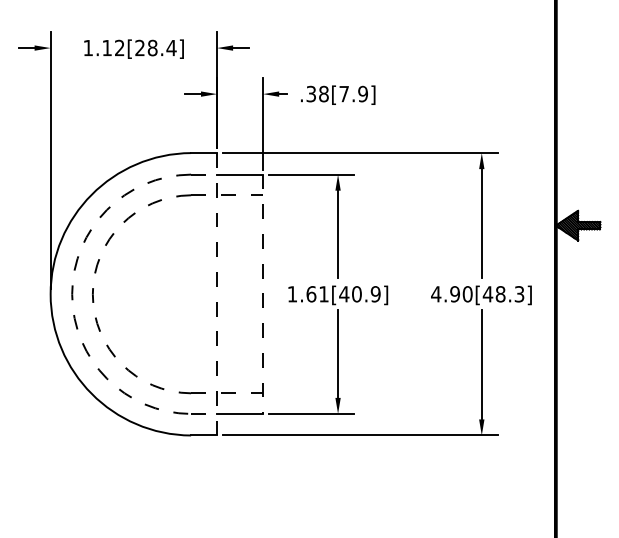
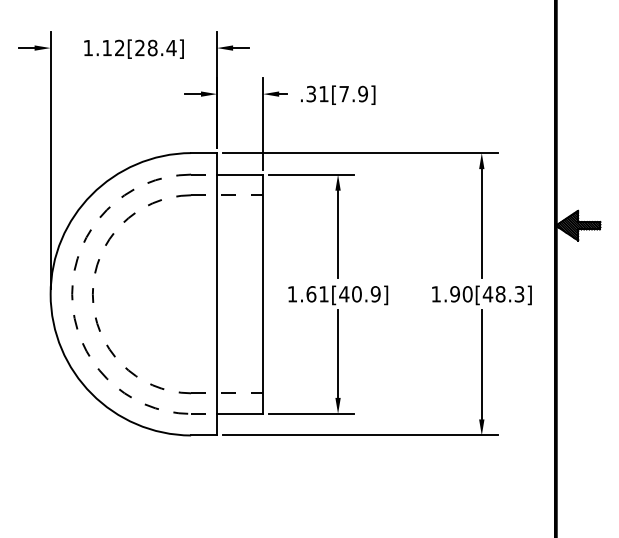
text at (323, 93): .38[7.9] -> .31[7.9]
line at (217, 294): dashed -> solid
line at (263, 294): dashed -> solid
text at (436, 294): 4.90[48.3] -> 1.90[48.3]
